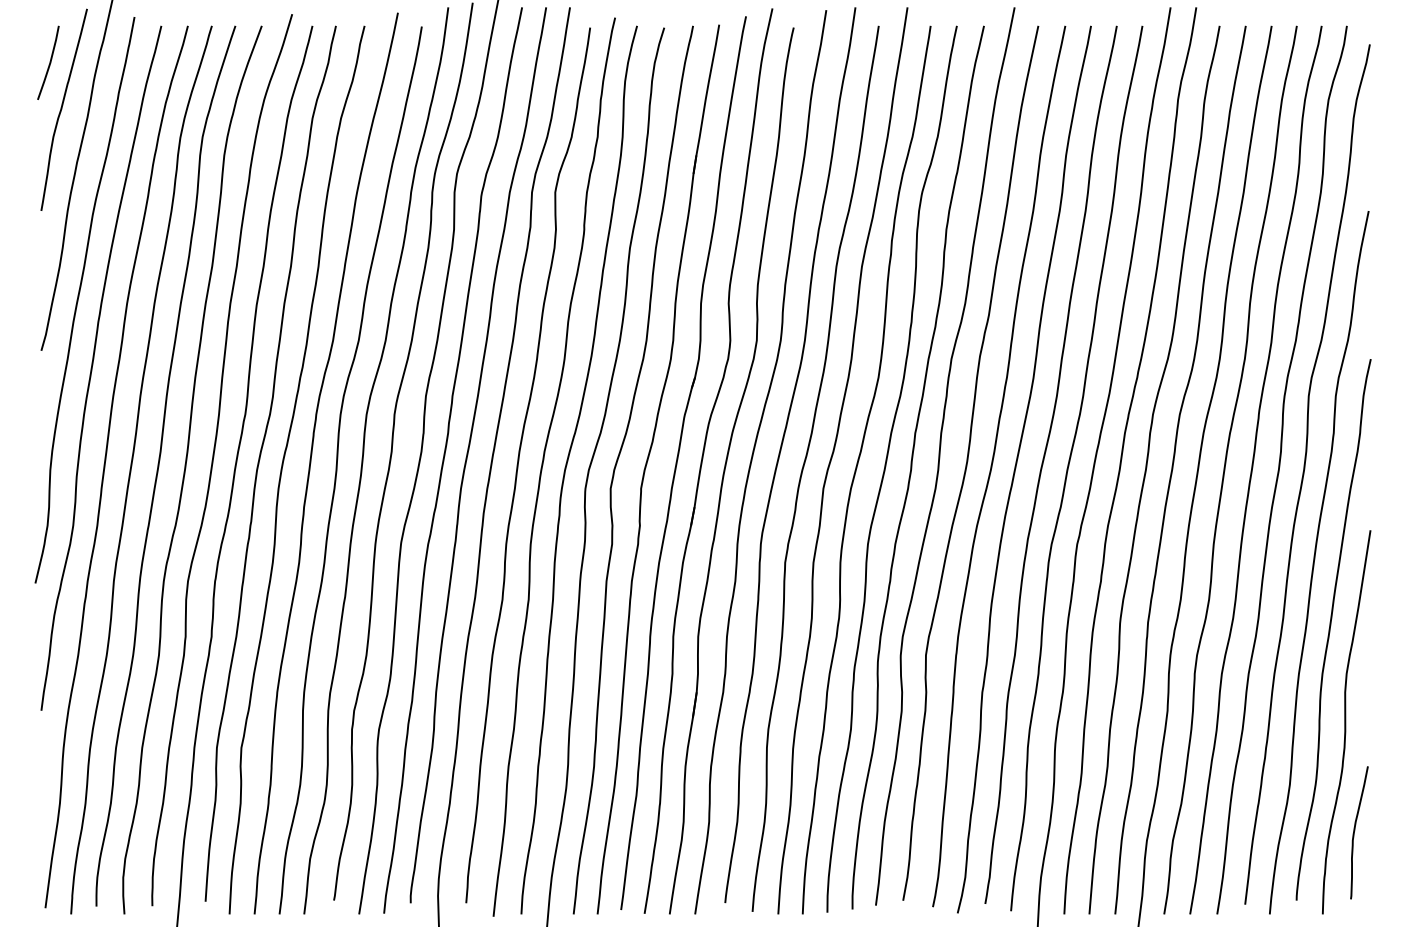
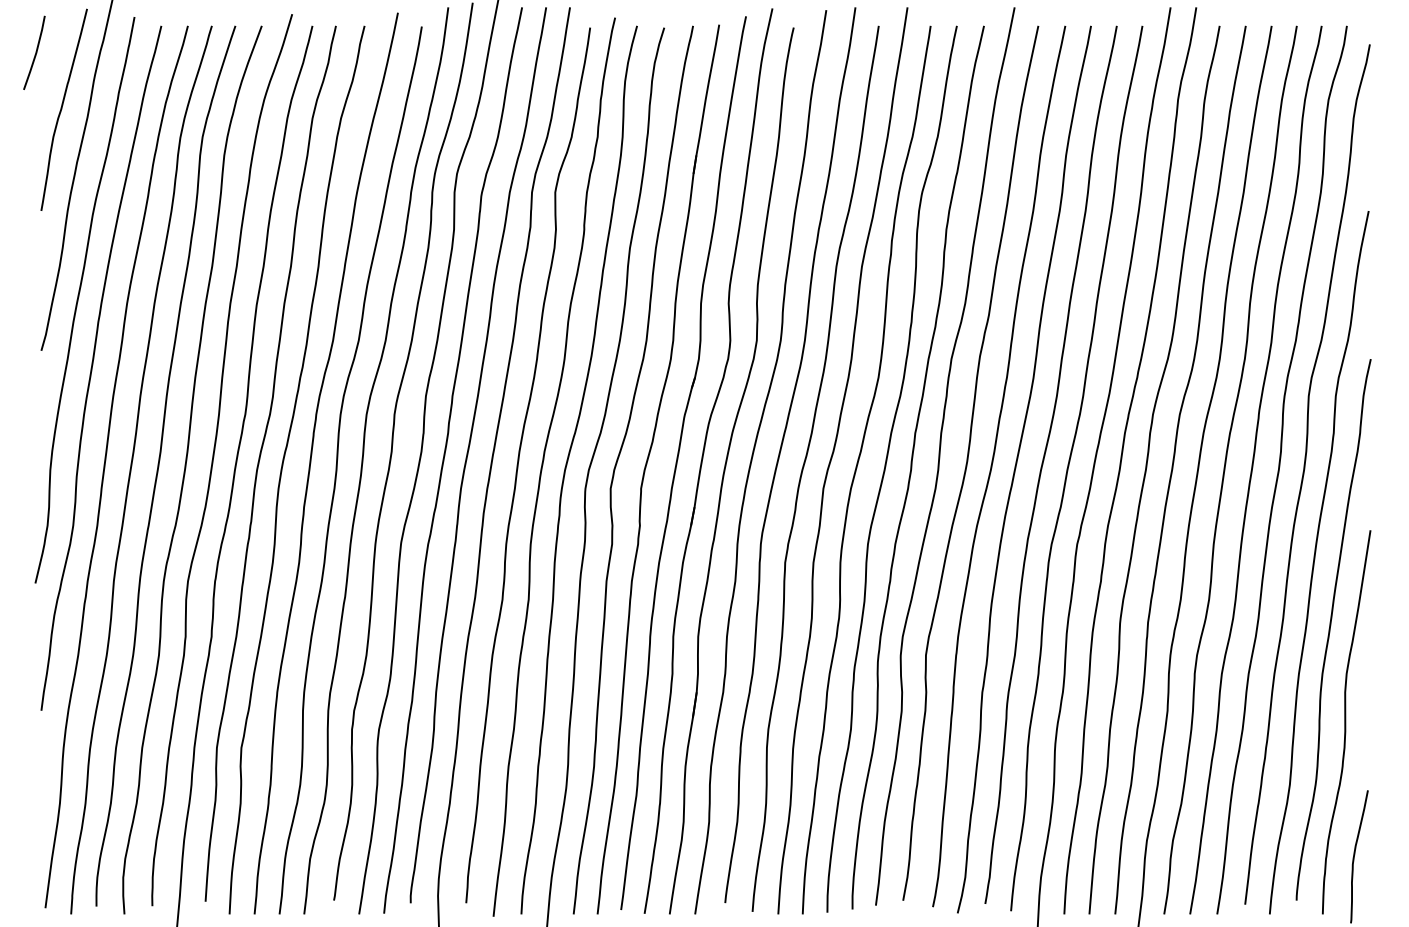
line at (49, 62) position: (49, 62) -> (35, 52)
curve at (1355, 830) position: (1355, 830) -> (1355, 854)
